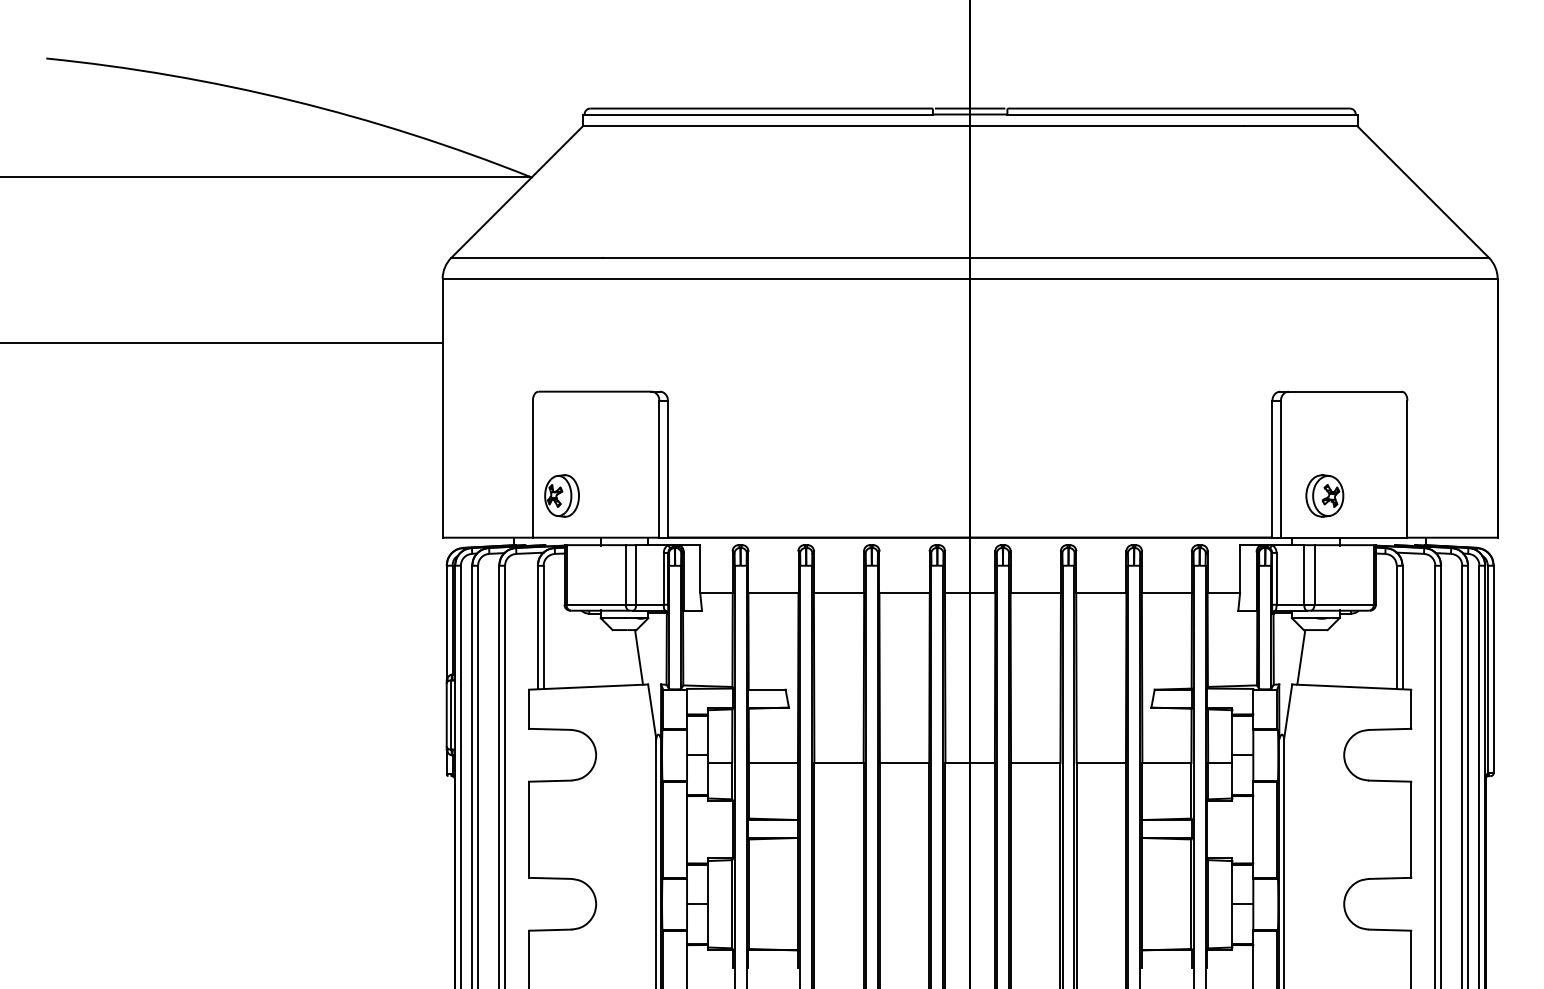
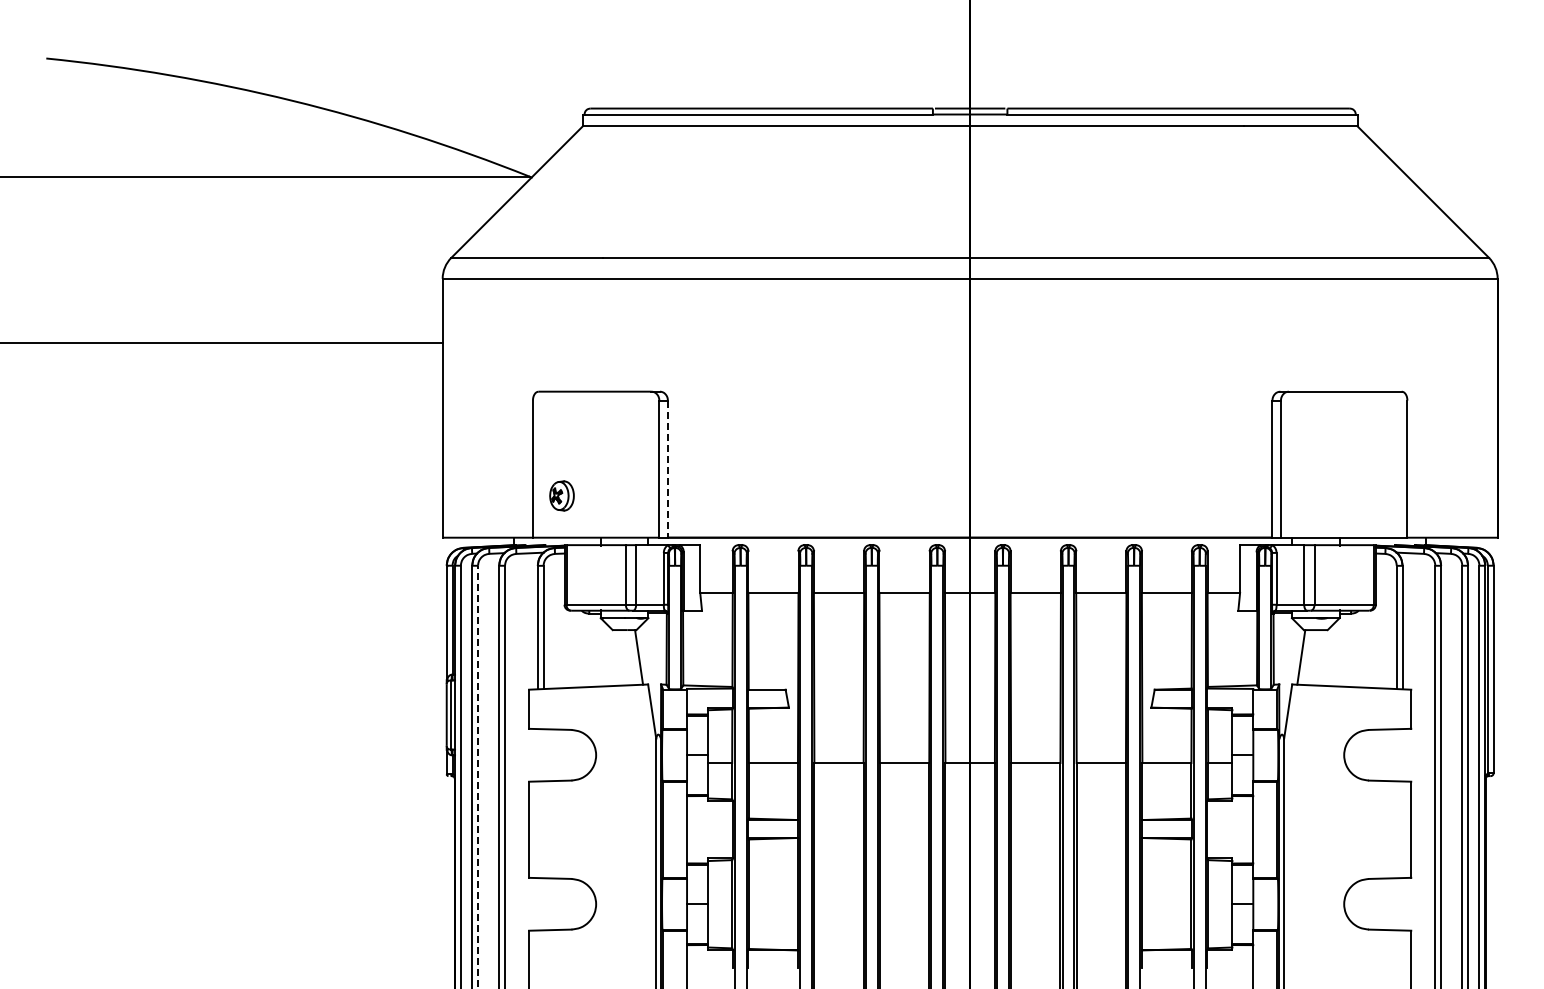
line at (667, 469): solid -> dashed
part at (561, 495) size: 36x44 px -> 26x32 px
part at (1324, 495): present -> none
line at (478, 776): solid -> dashed
